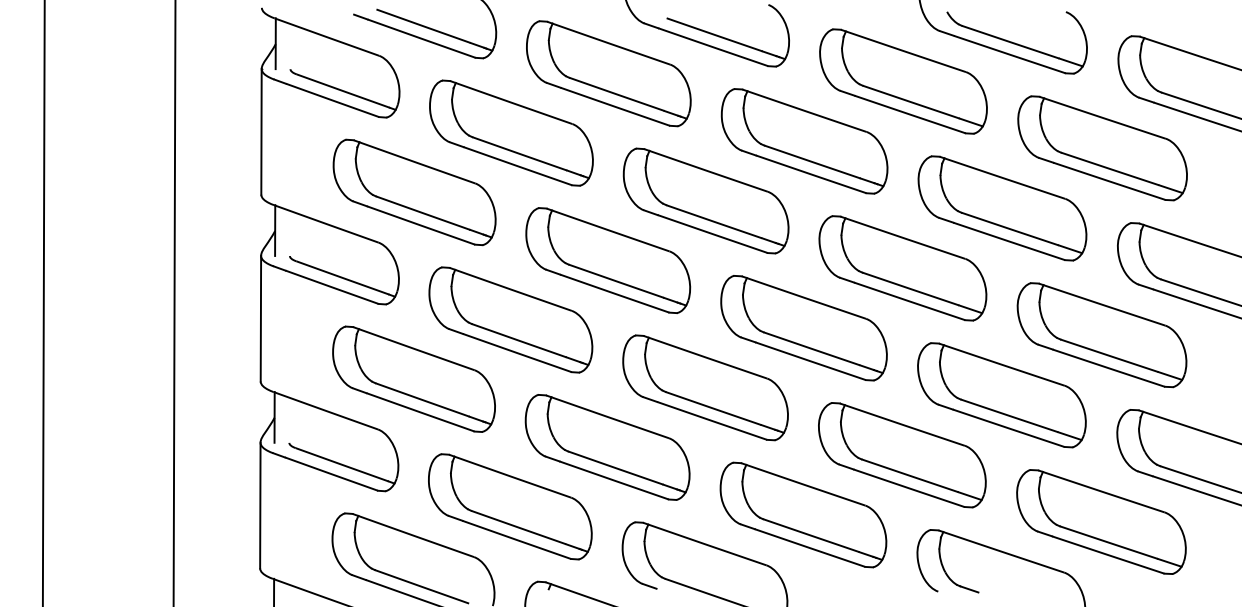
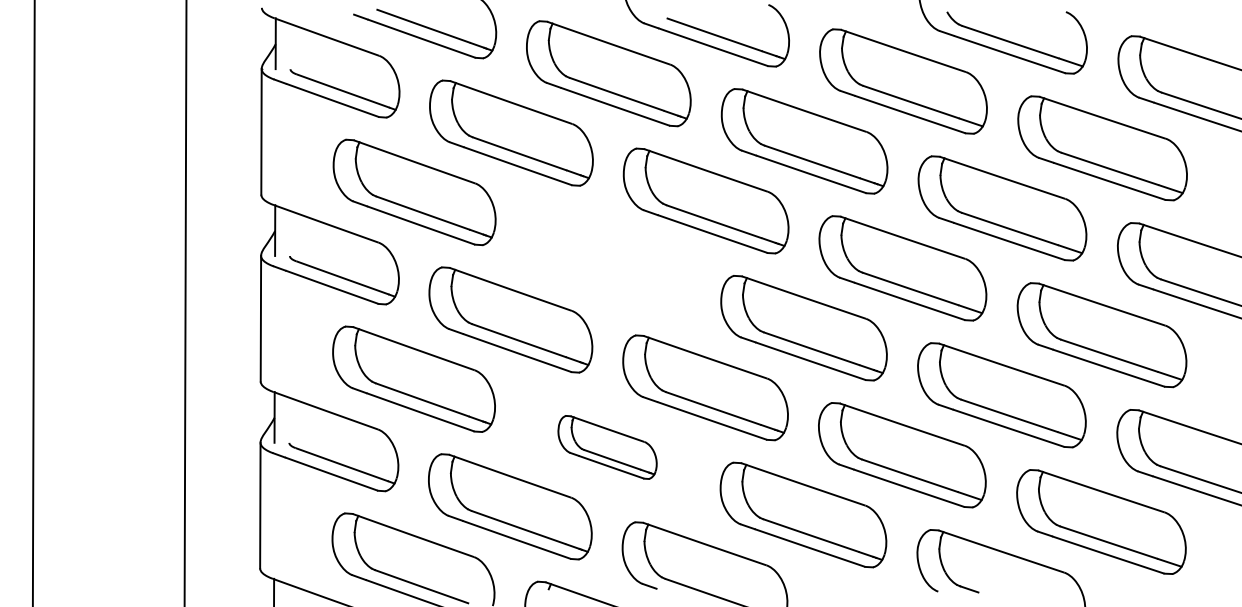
part at (608, 260): present -> none
line at (43, 302) position: (43, 302) -> (33, 302)
line at (174, 302) position: (174, 302) -> (185, 302)
part at (607, 447) size: 167x107 px -> 101x65 px
